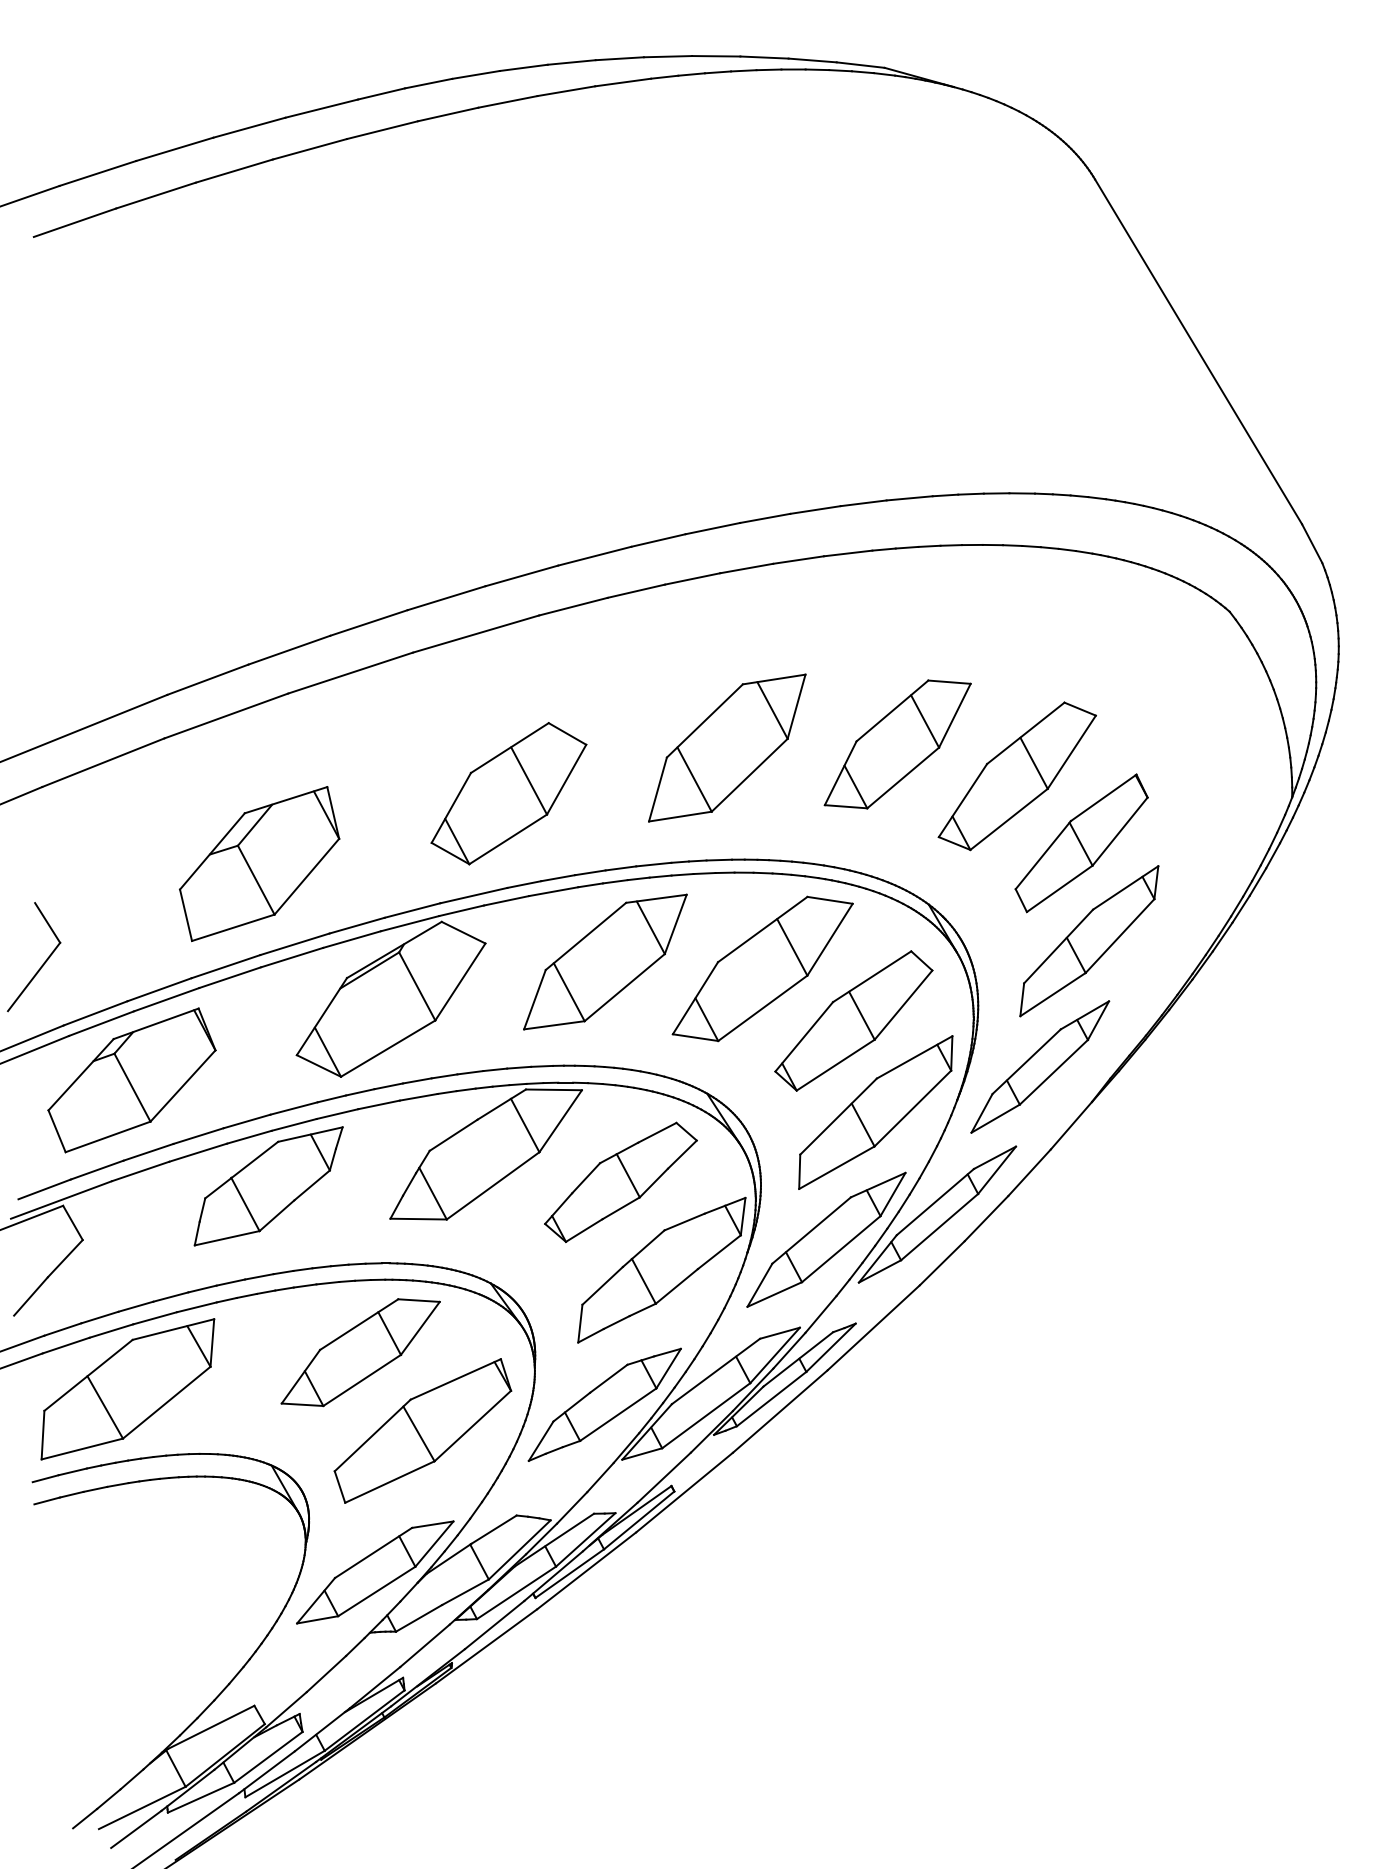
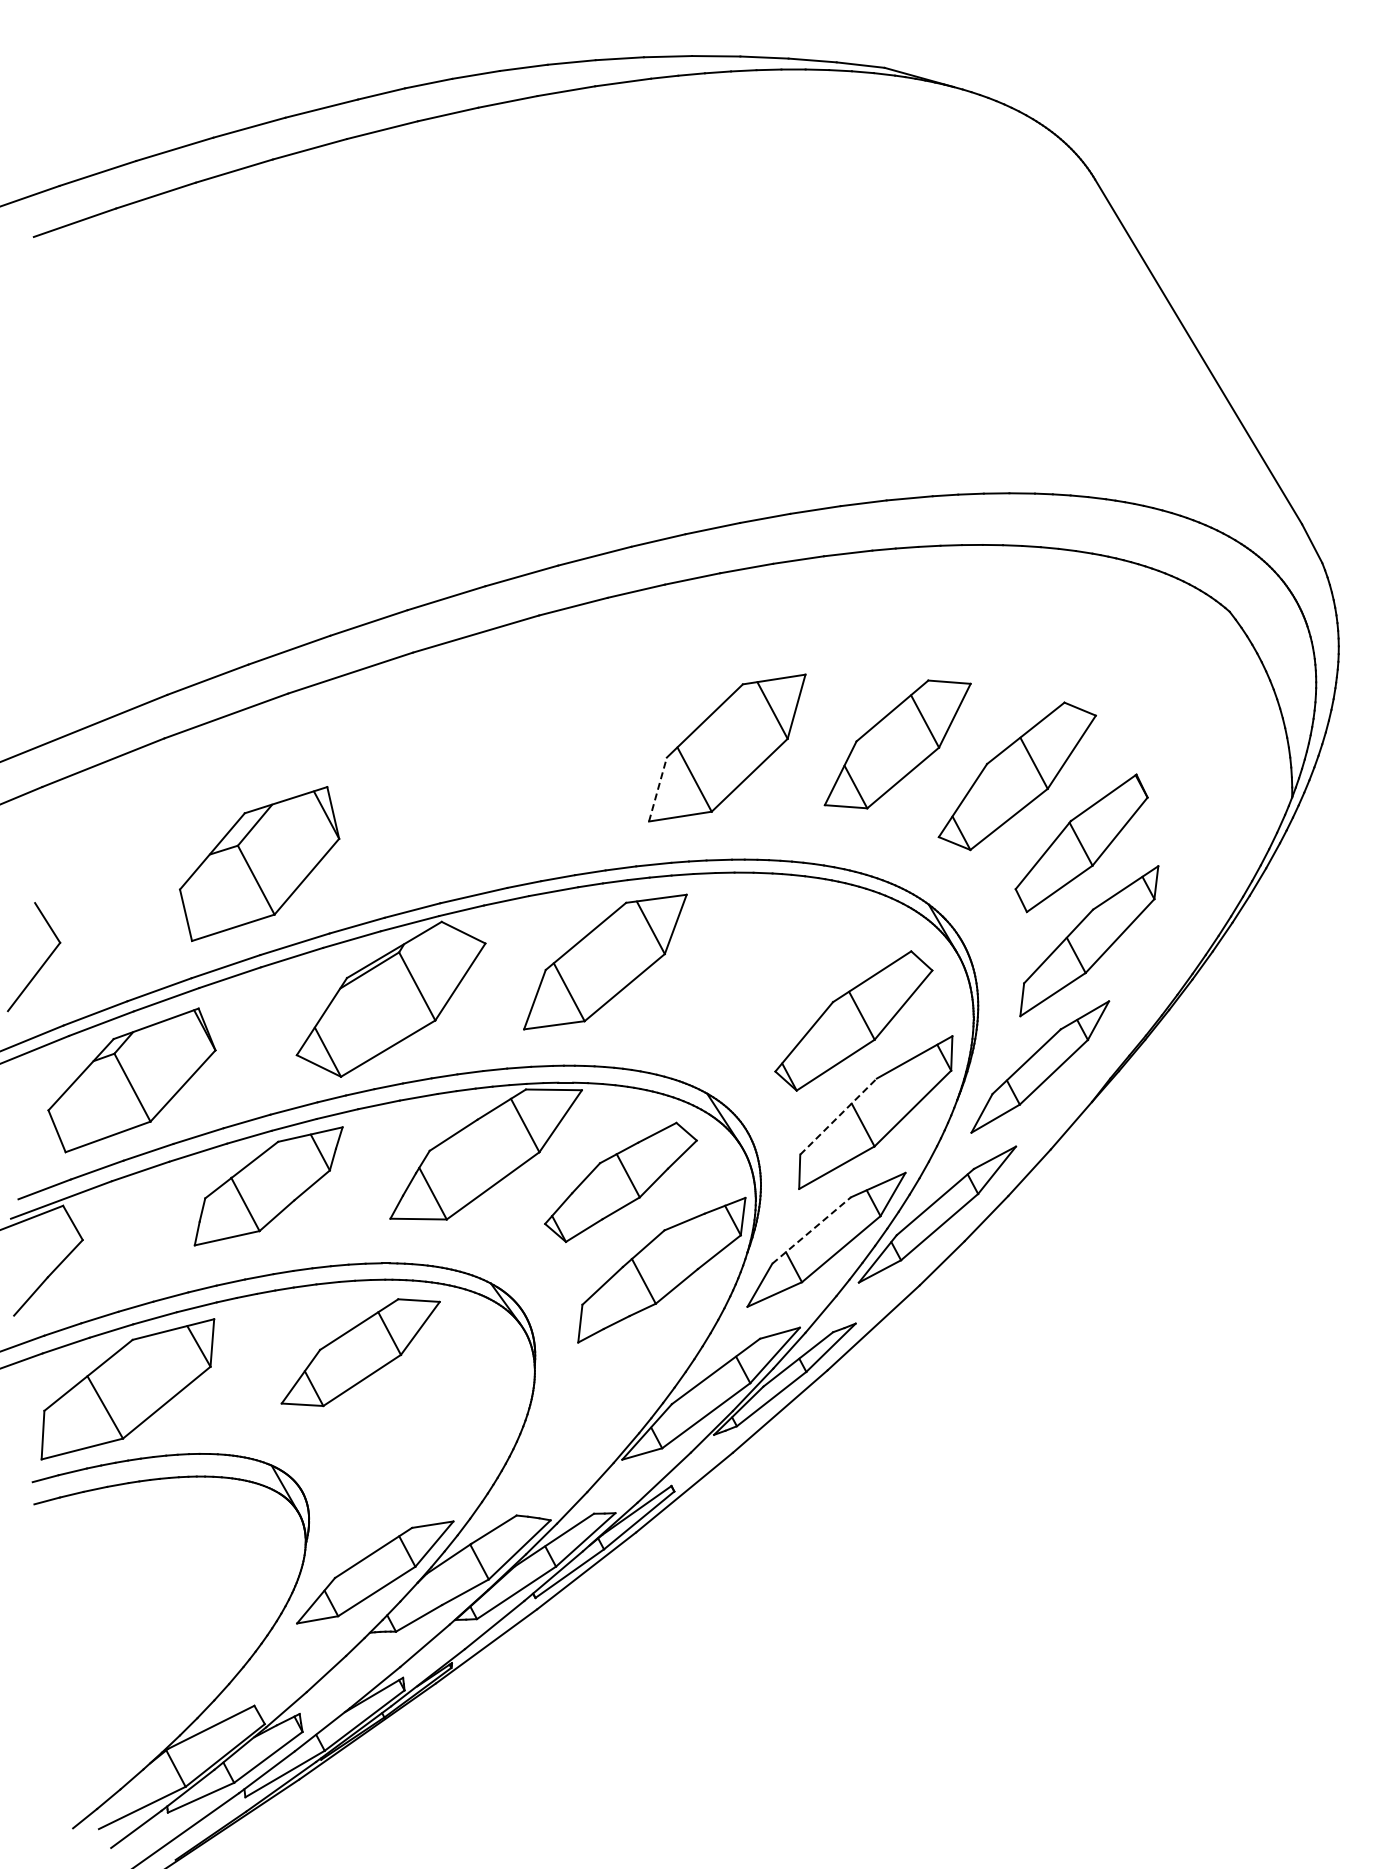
line at (658, 789): solid -> dashed
part at (508, 793): present -> none
part at (762, 968): present -> none
line at (838, 1116): solid -> dashed
line at (812, 1230): solid -> dashed
part at (604, 1404): present -> none
part at (422, 1430): present -> none
